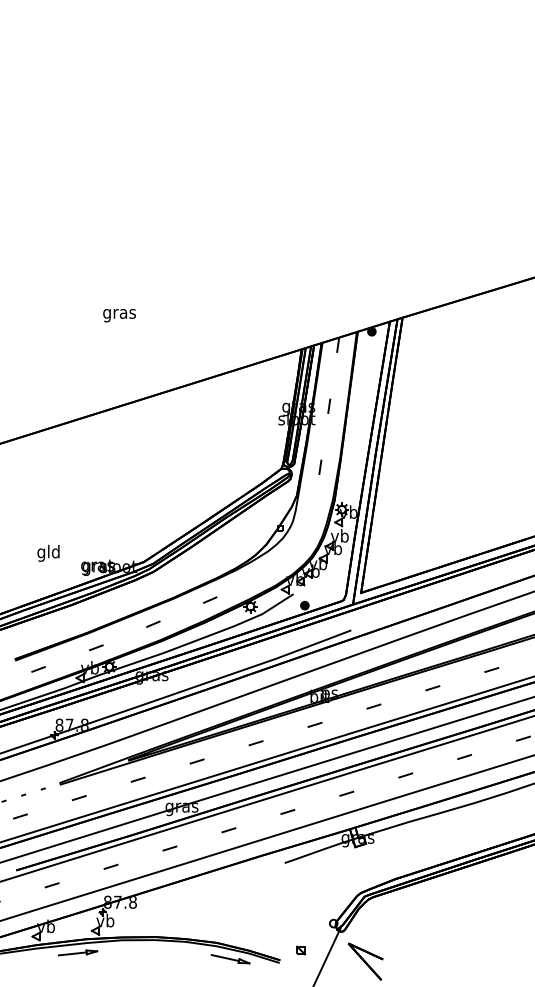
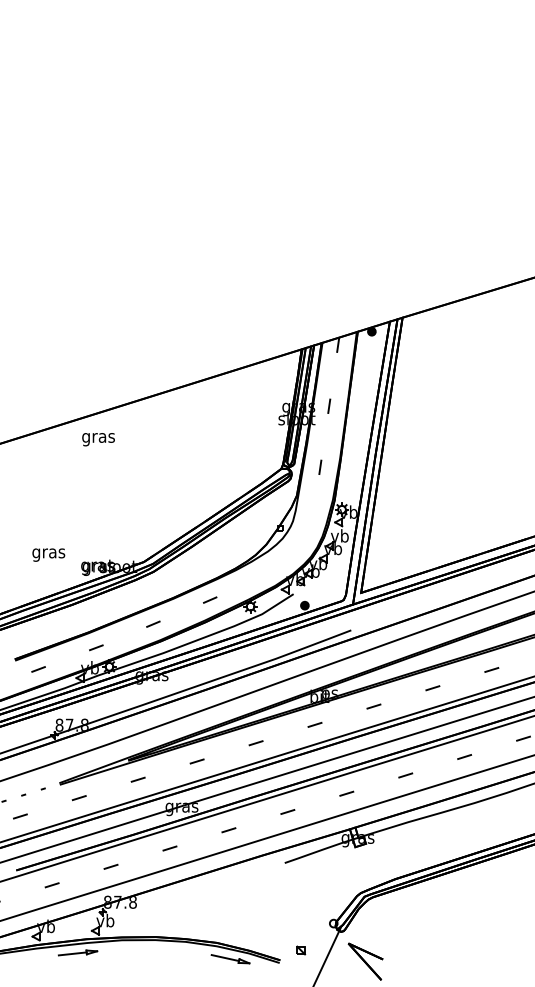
text at (119, 315) position: (119, 315) -> (98, 439)
text at (48, 552): gld -> gras
